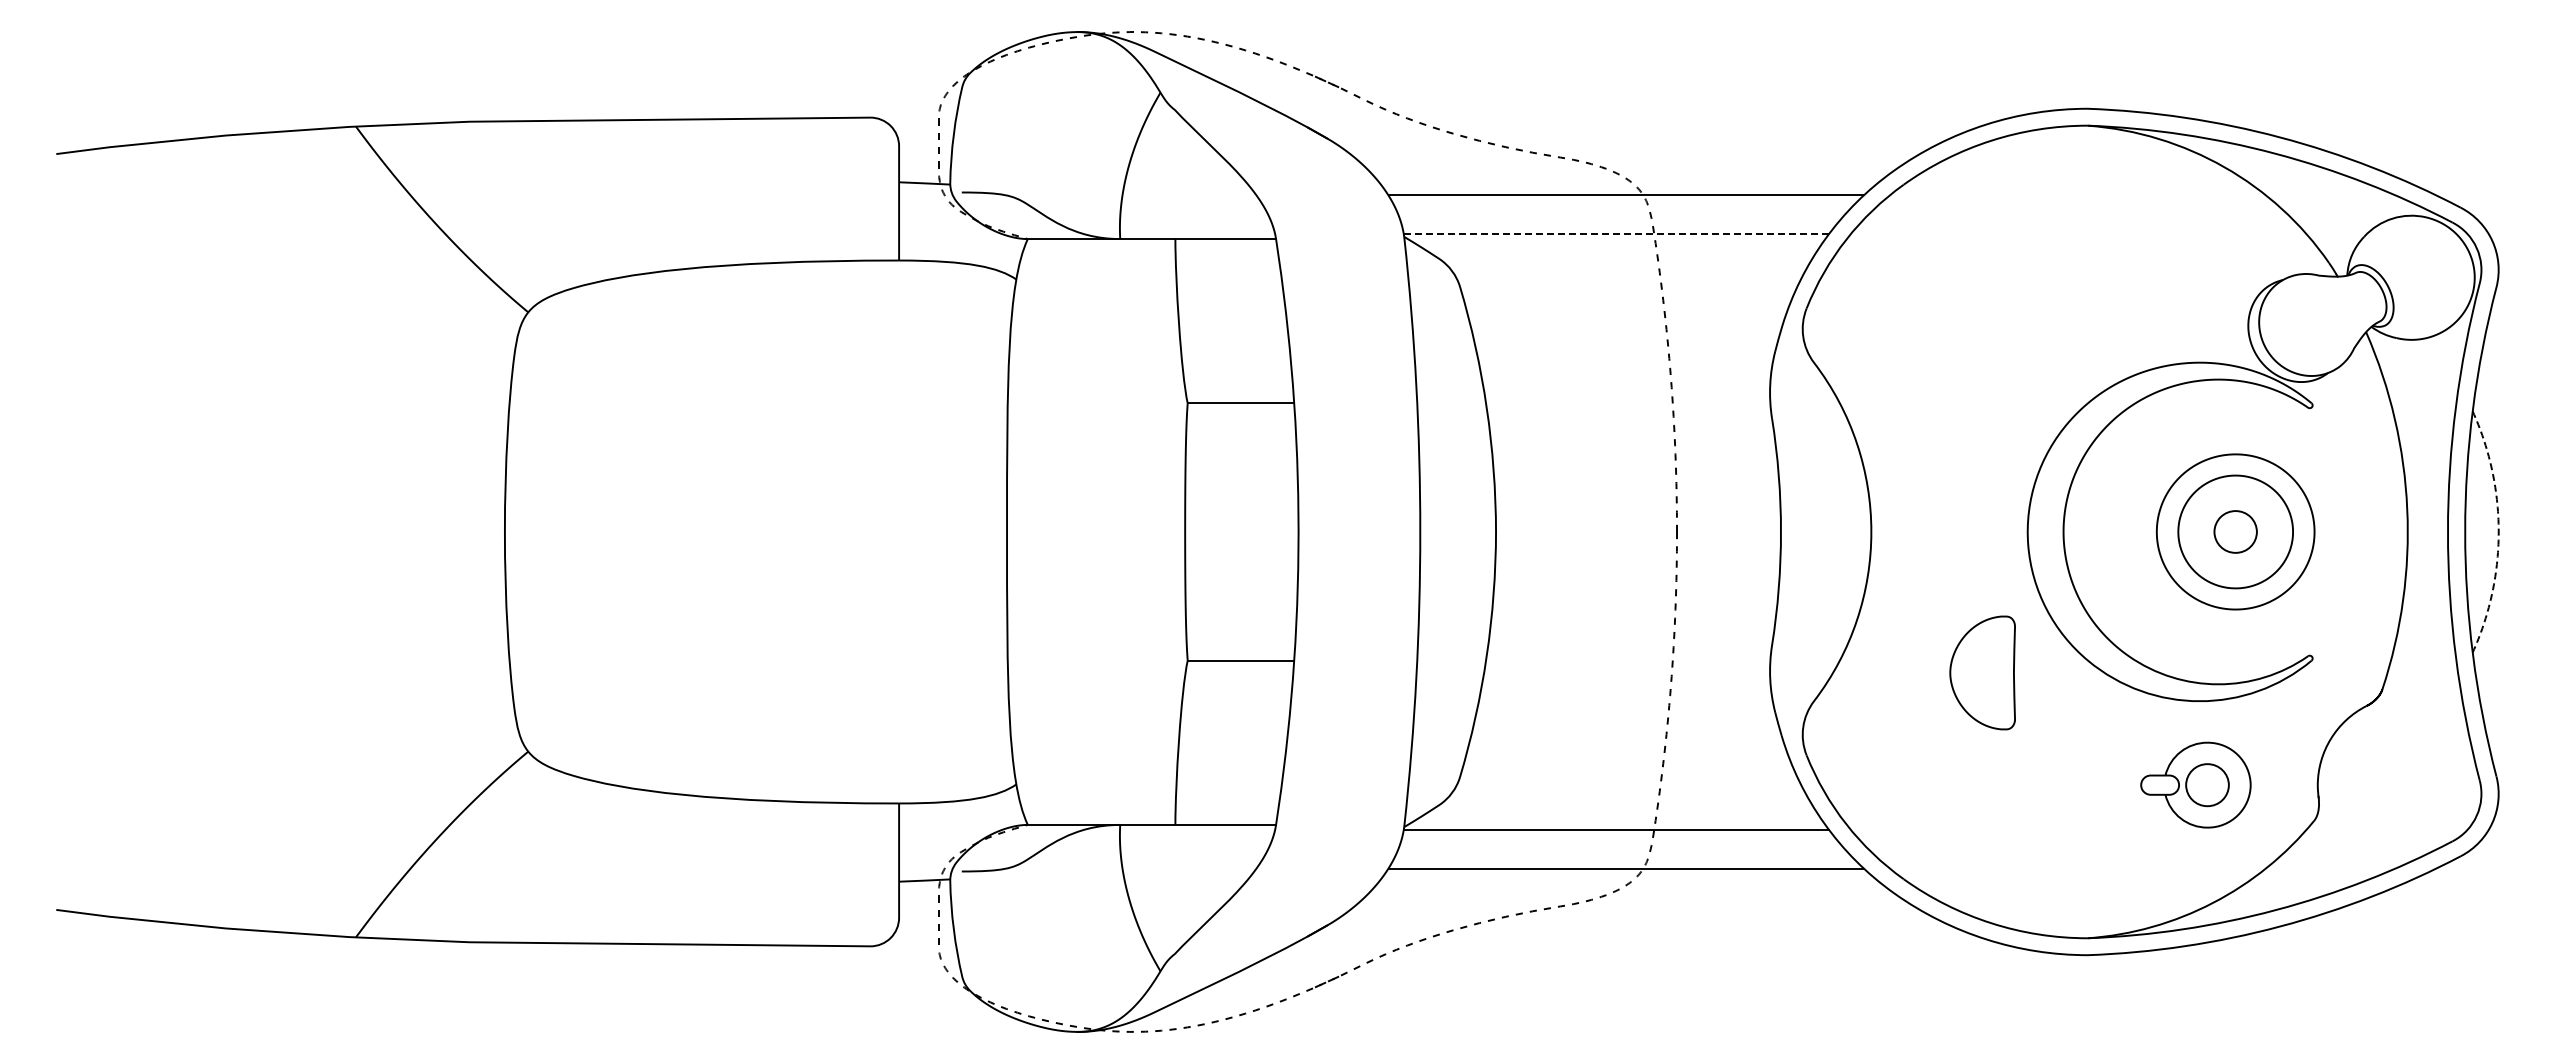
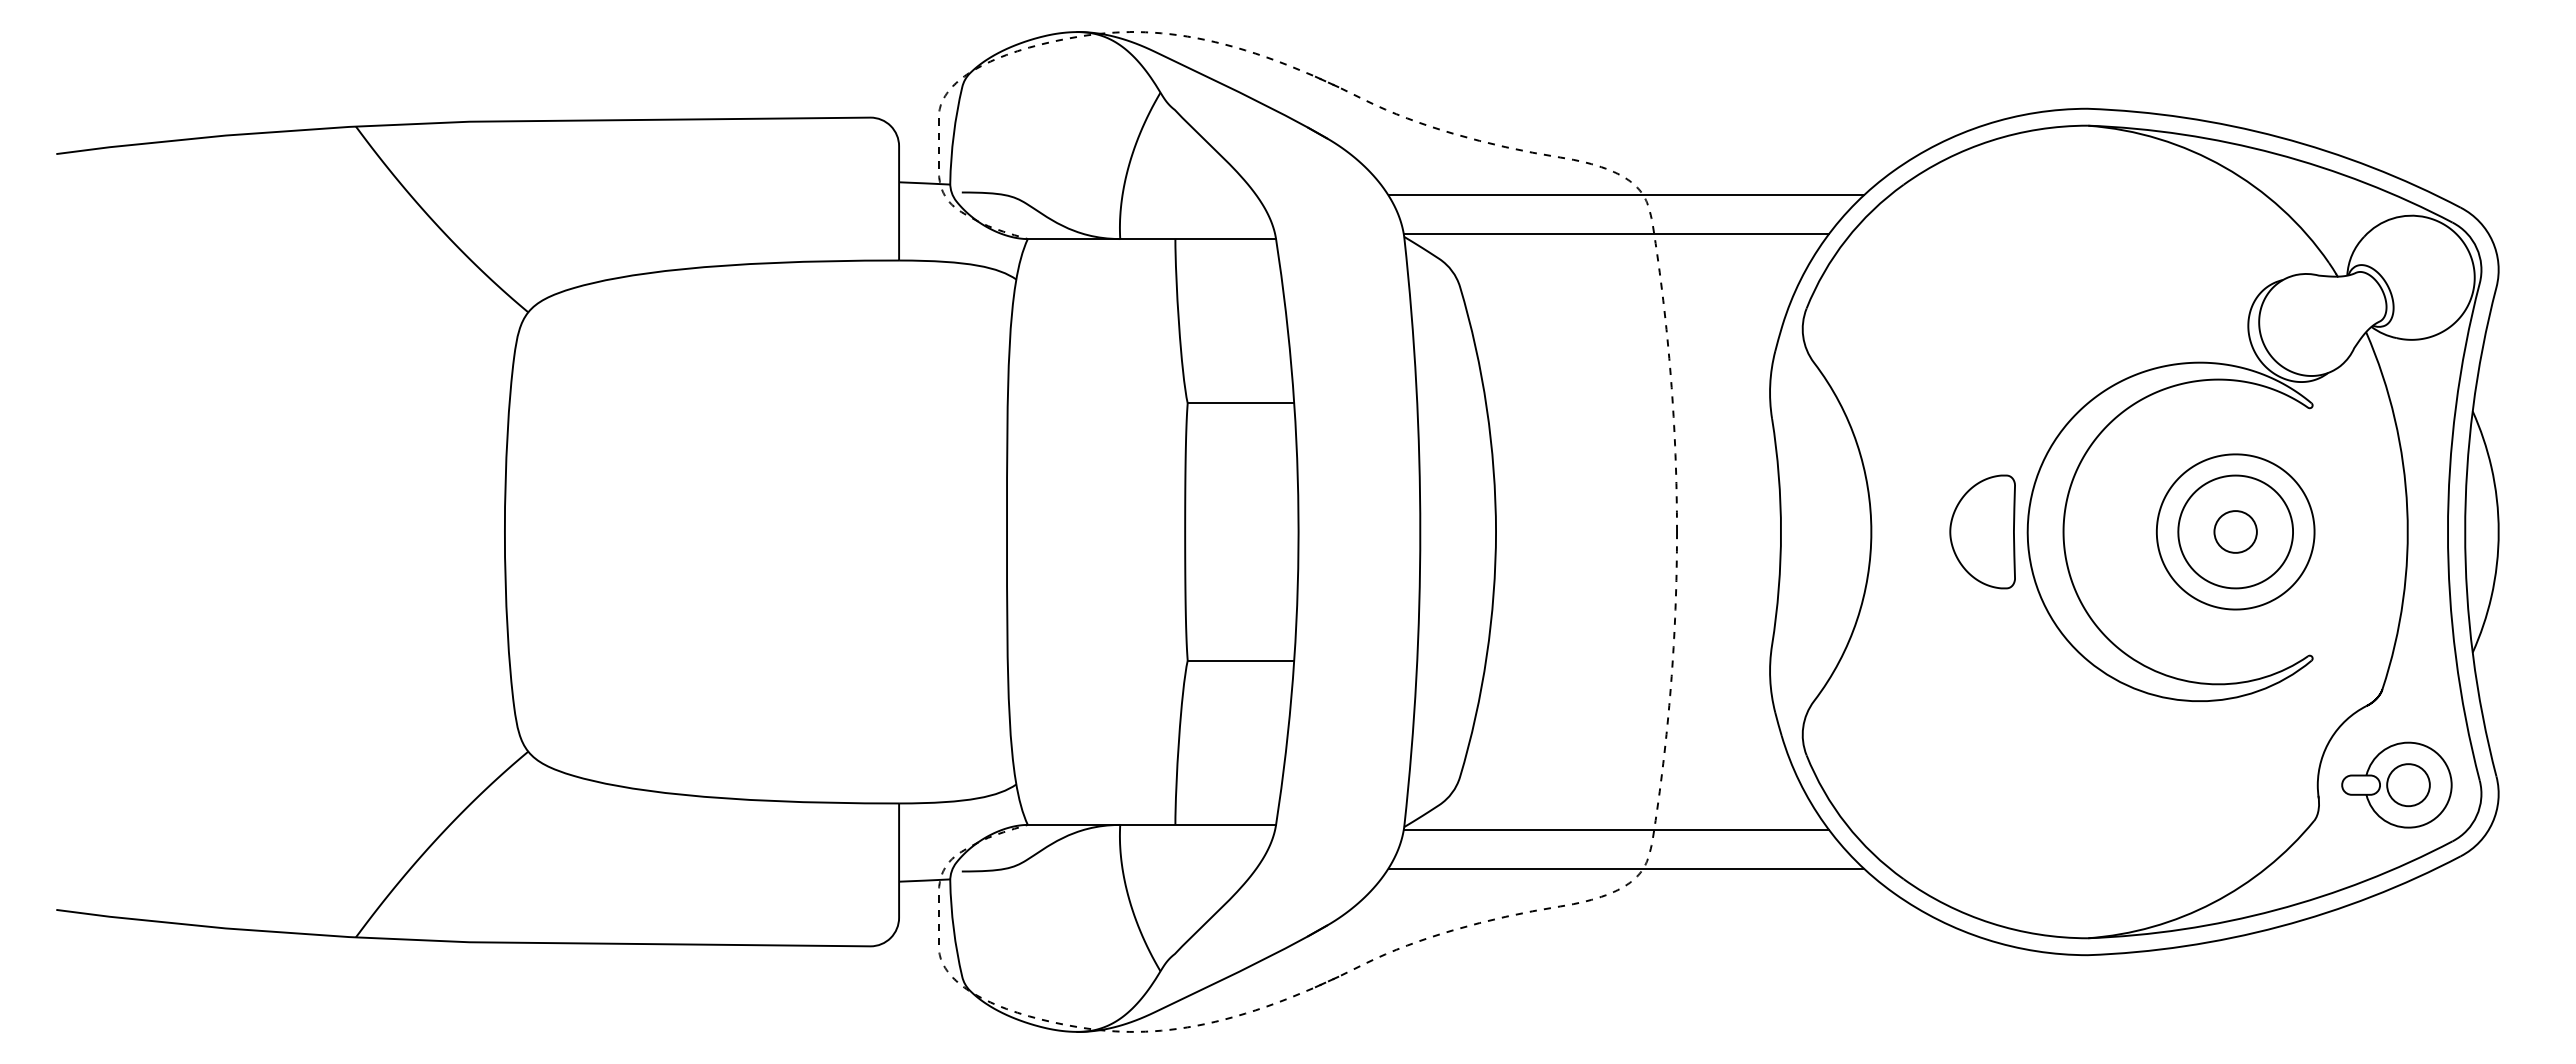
line at (1616, 234): dashed -> solid
line at (2498, 531): dashed -> solid
part at (1982, 672) position: (1982, 672) -> (1982, 531)
part at (2195, 784) position: (2195, 784) -> (2396, 784)
